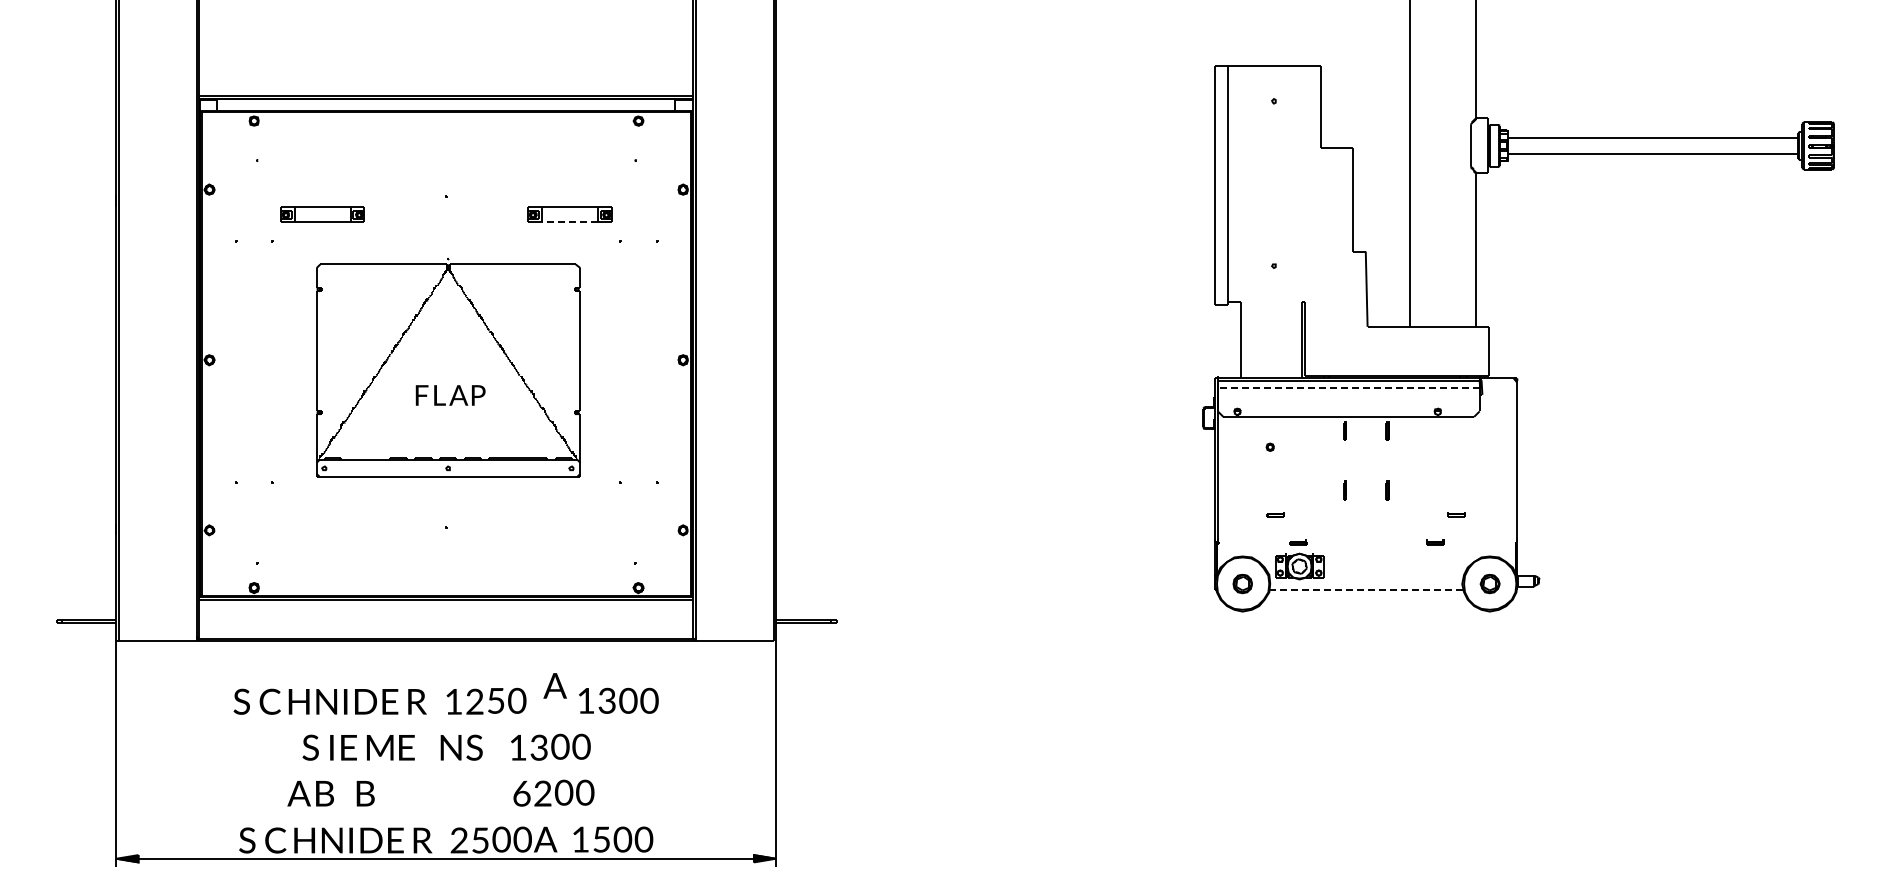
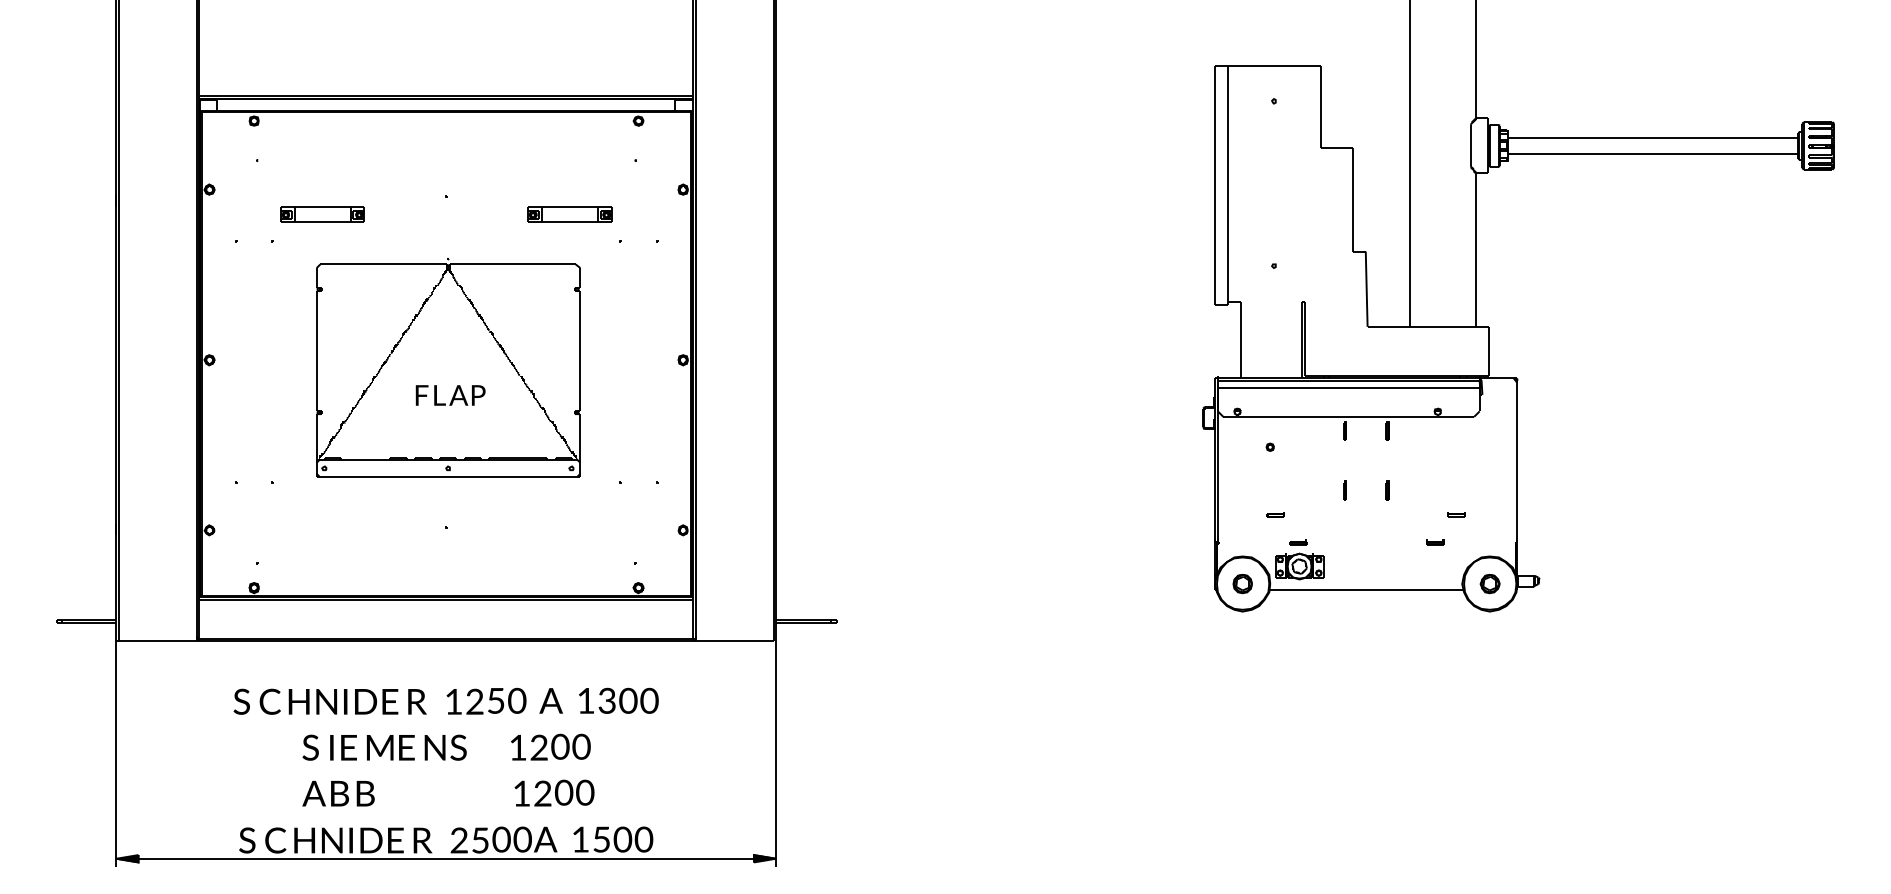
line at (569, 222): dashed -> solid
line at (1348, 388): dashed -> solid
line at (1366, 589): dashed -> solid
text at (554, 685) position: (554, 685) -> (550, 700)
text at (461, 747) position: (461, 747) -> (445, 747)
text at (538, 749): 3 -> 2
text at (310, 793) position: (310, 793) -> (325, 793)
text at (521, 793): 6 -> 1
